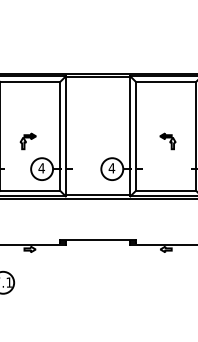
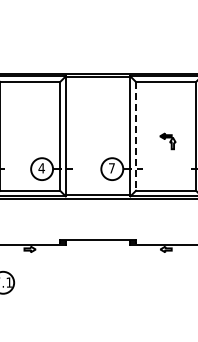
line at (136, 136): solid -> dashed
part at (27, 141): present -> none
text at (111, 168): 4 -> 7
